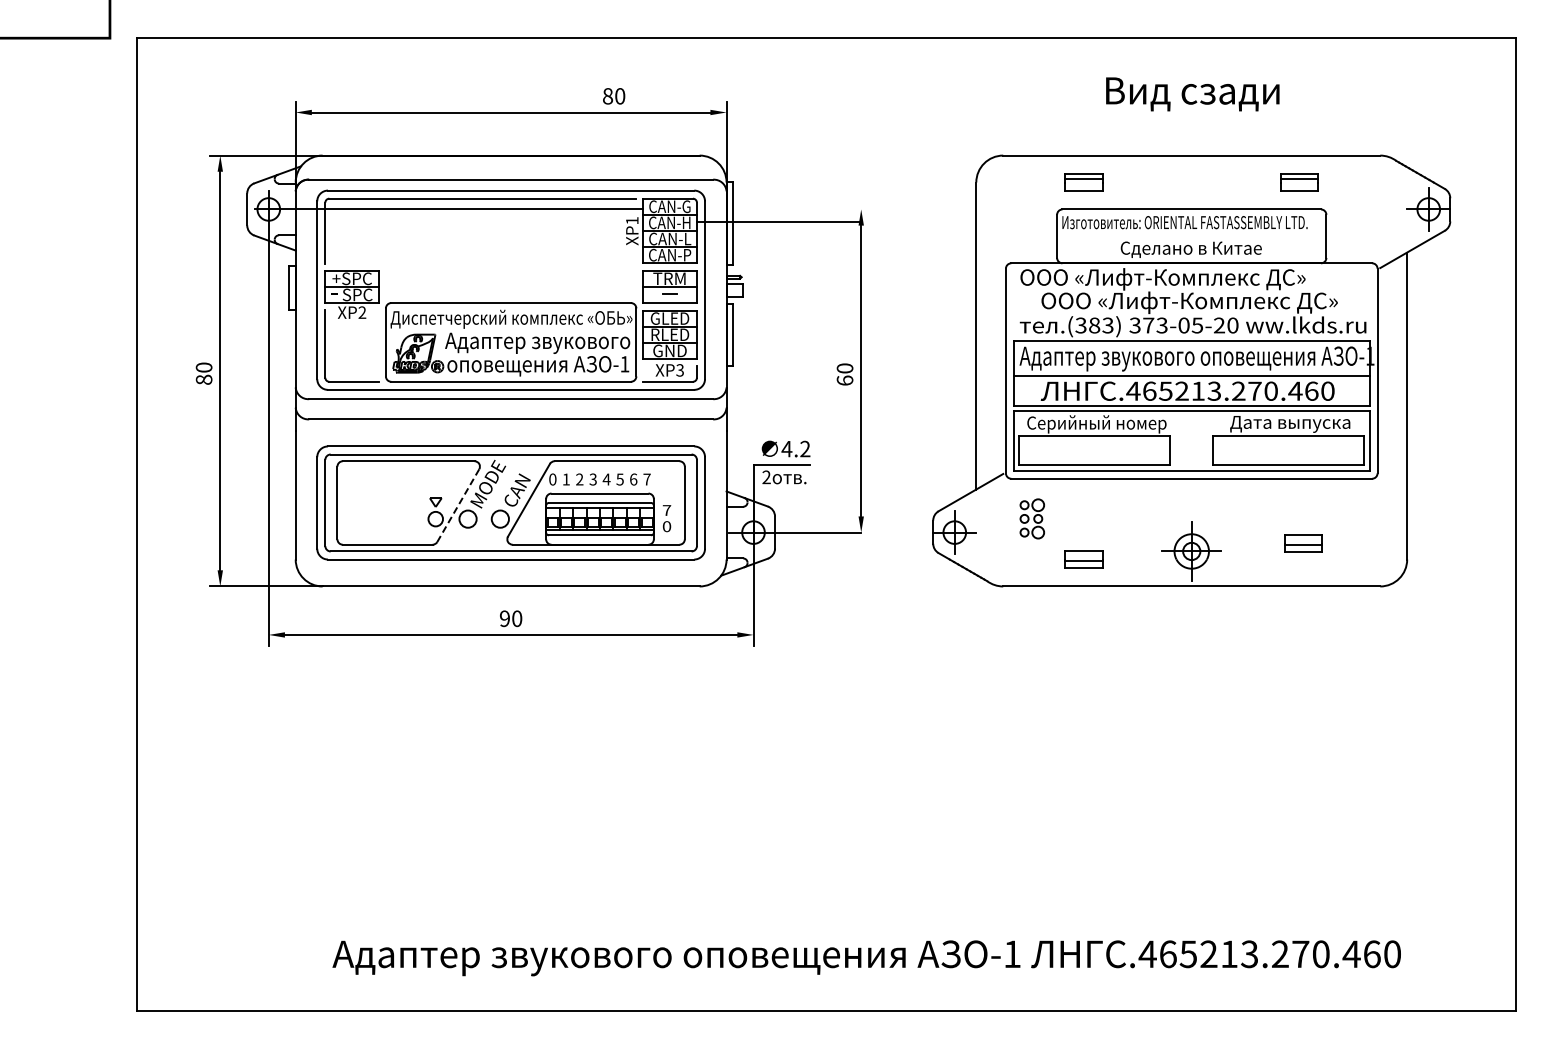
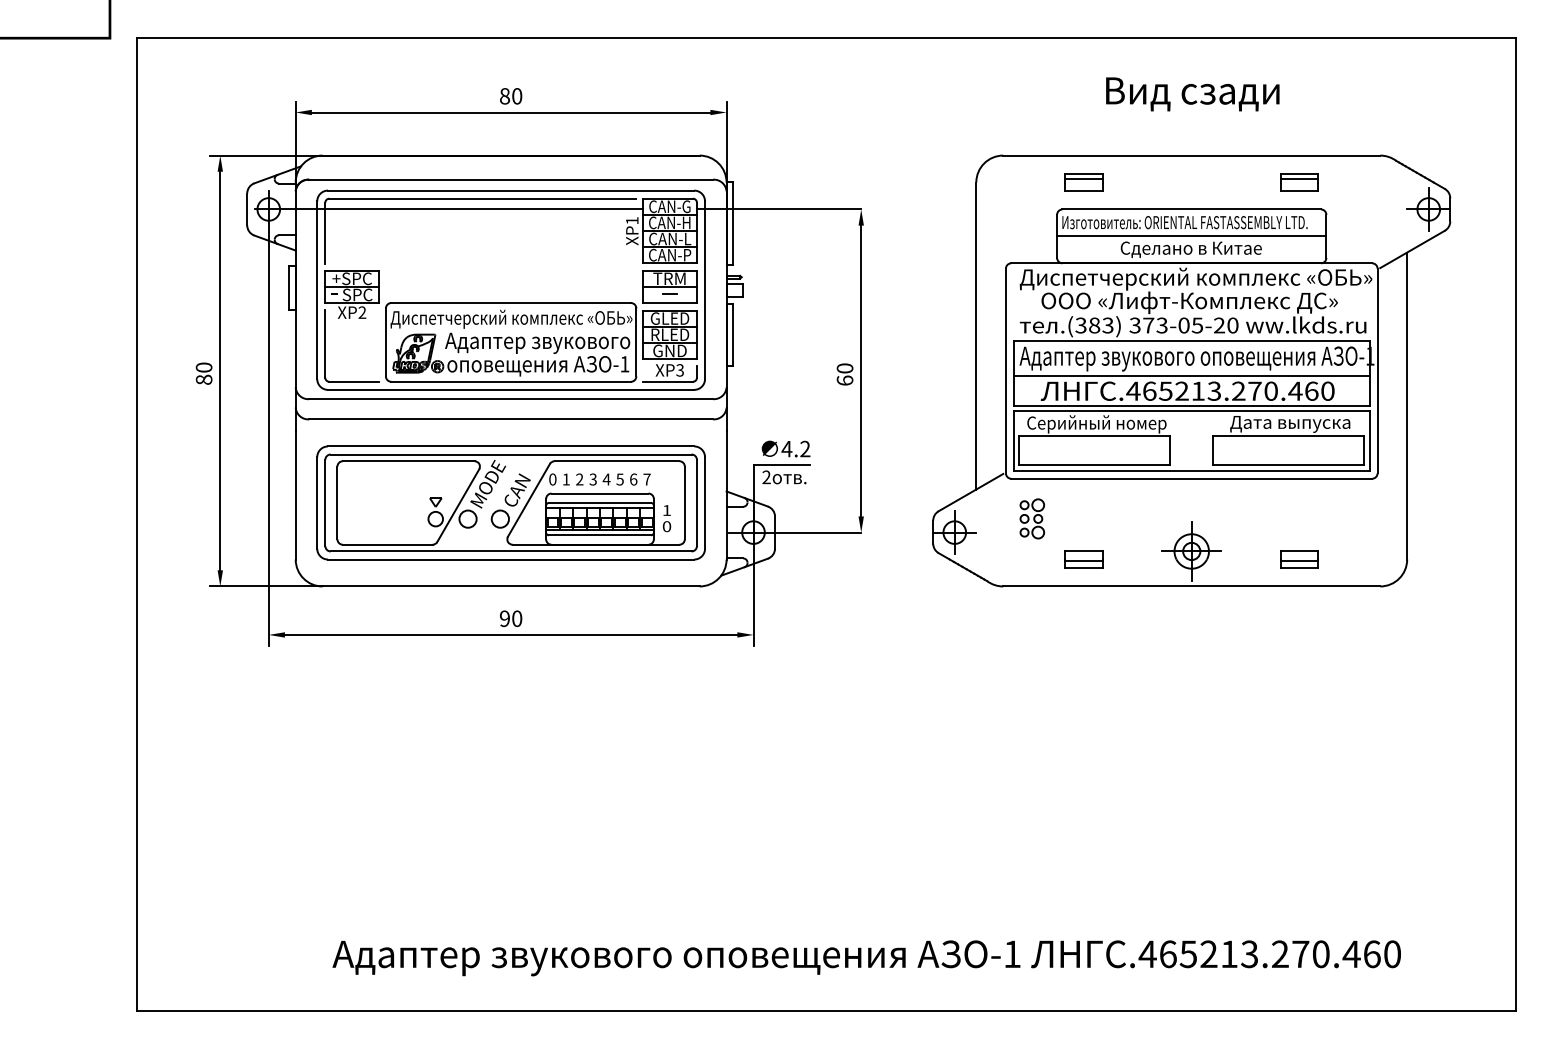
text at (614, 96) position: (614, 96) -> (511, 96)
line at (778, 222) position: (778, 222) -> (778, 209)
line at (1191, 236): none -> present
text at (1195, 278): ООО «Лифт-Комплекс ДС» -> Диспетчерский комплекс «ОБЬ»
line at (458, 505): dashed -> solid
text at (666, 510): 7 -> 1
part at (1303, 543) position: (1303, 543) -> (1299, 559)
